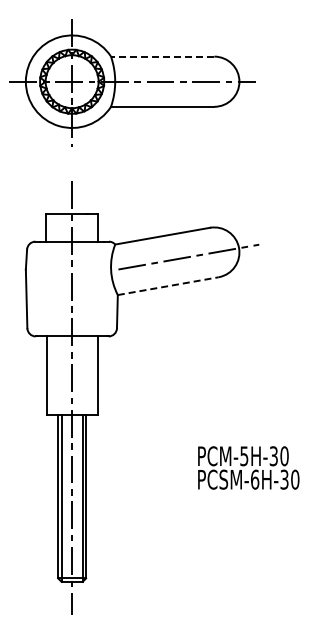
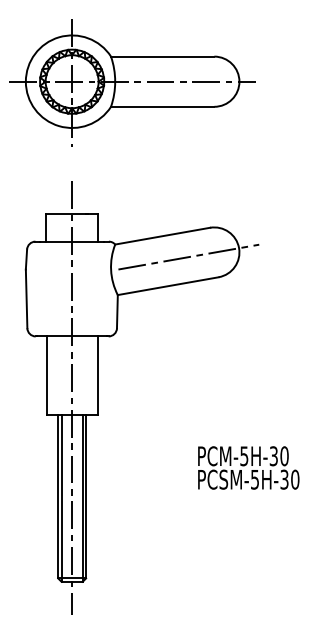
line at (162, 56): dashed -> solid
line at (168, 286): dashed -> solid
text at (255, 479): PCSM-6H-30 -> PCSM-5H-30
